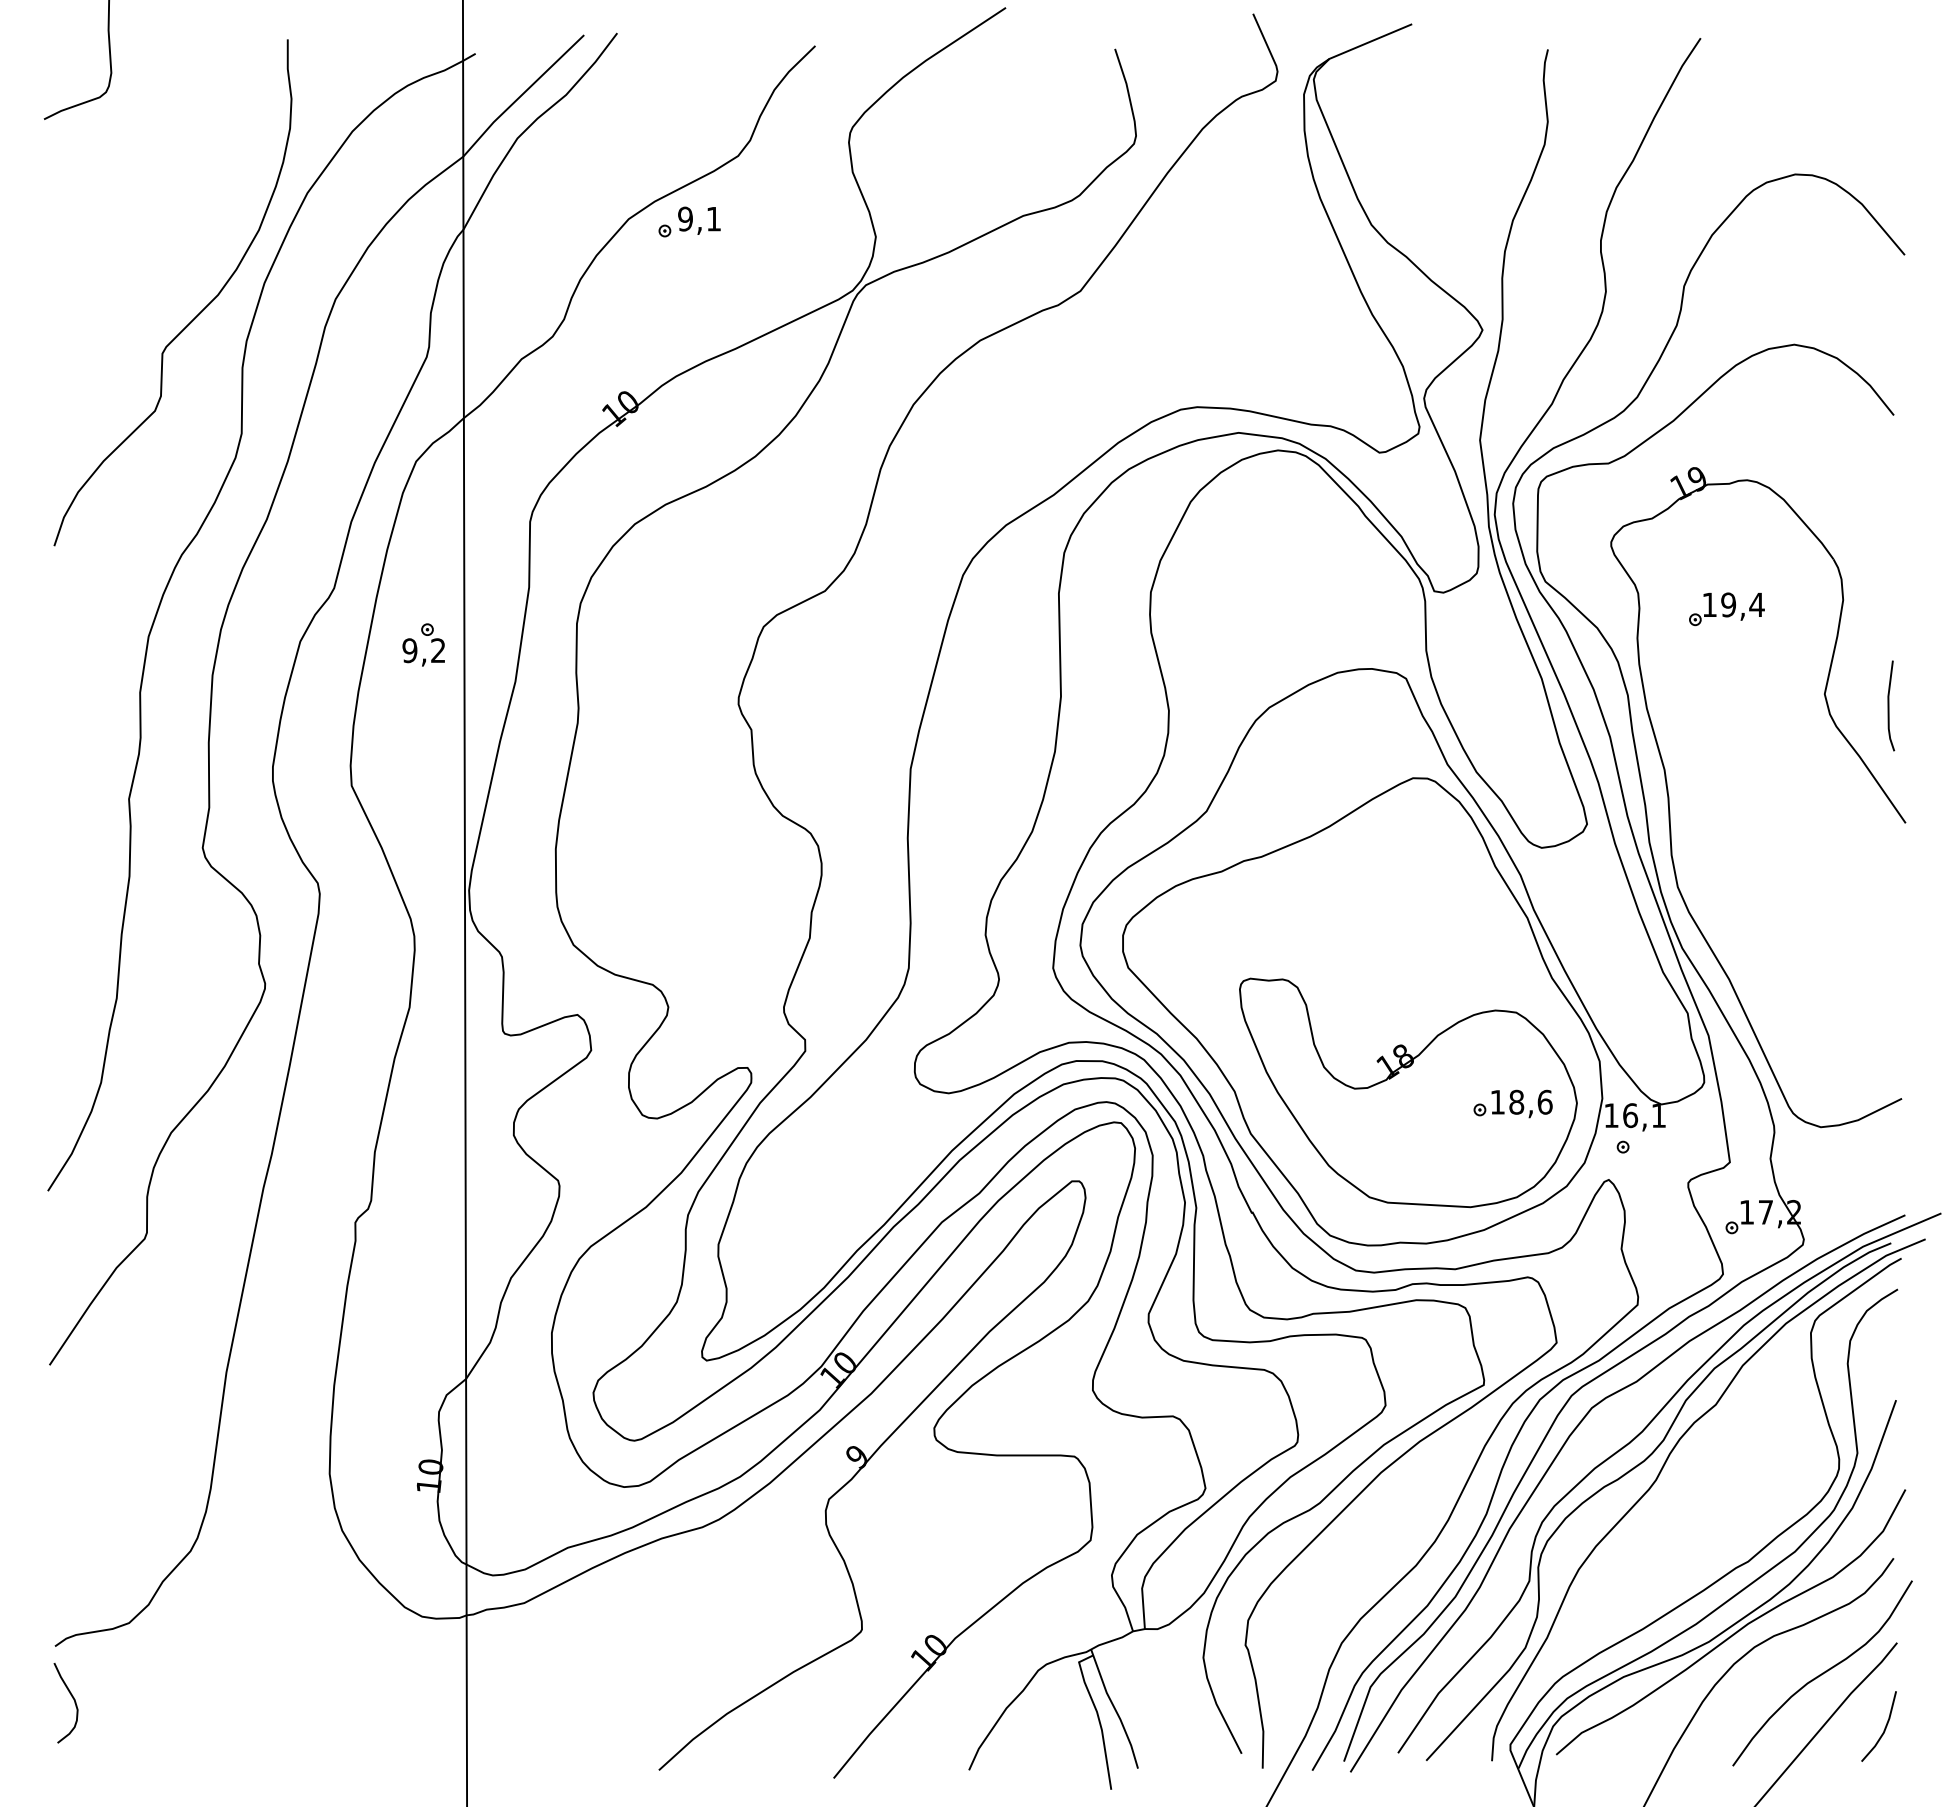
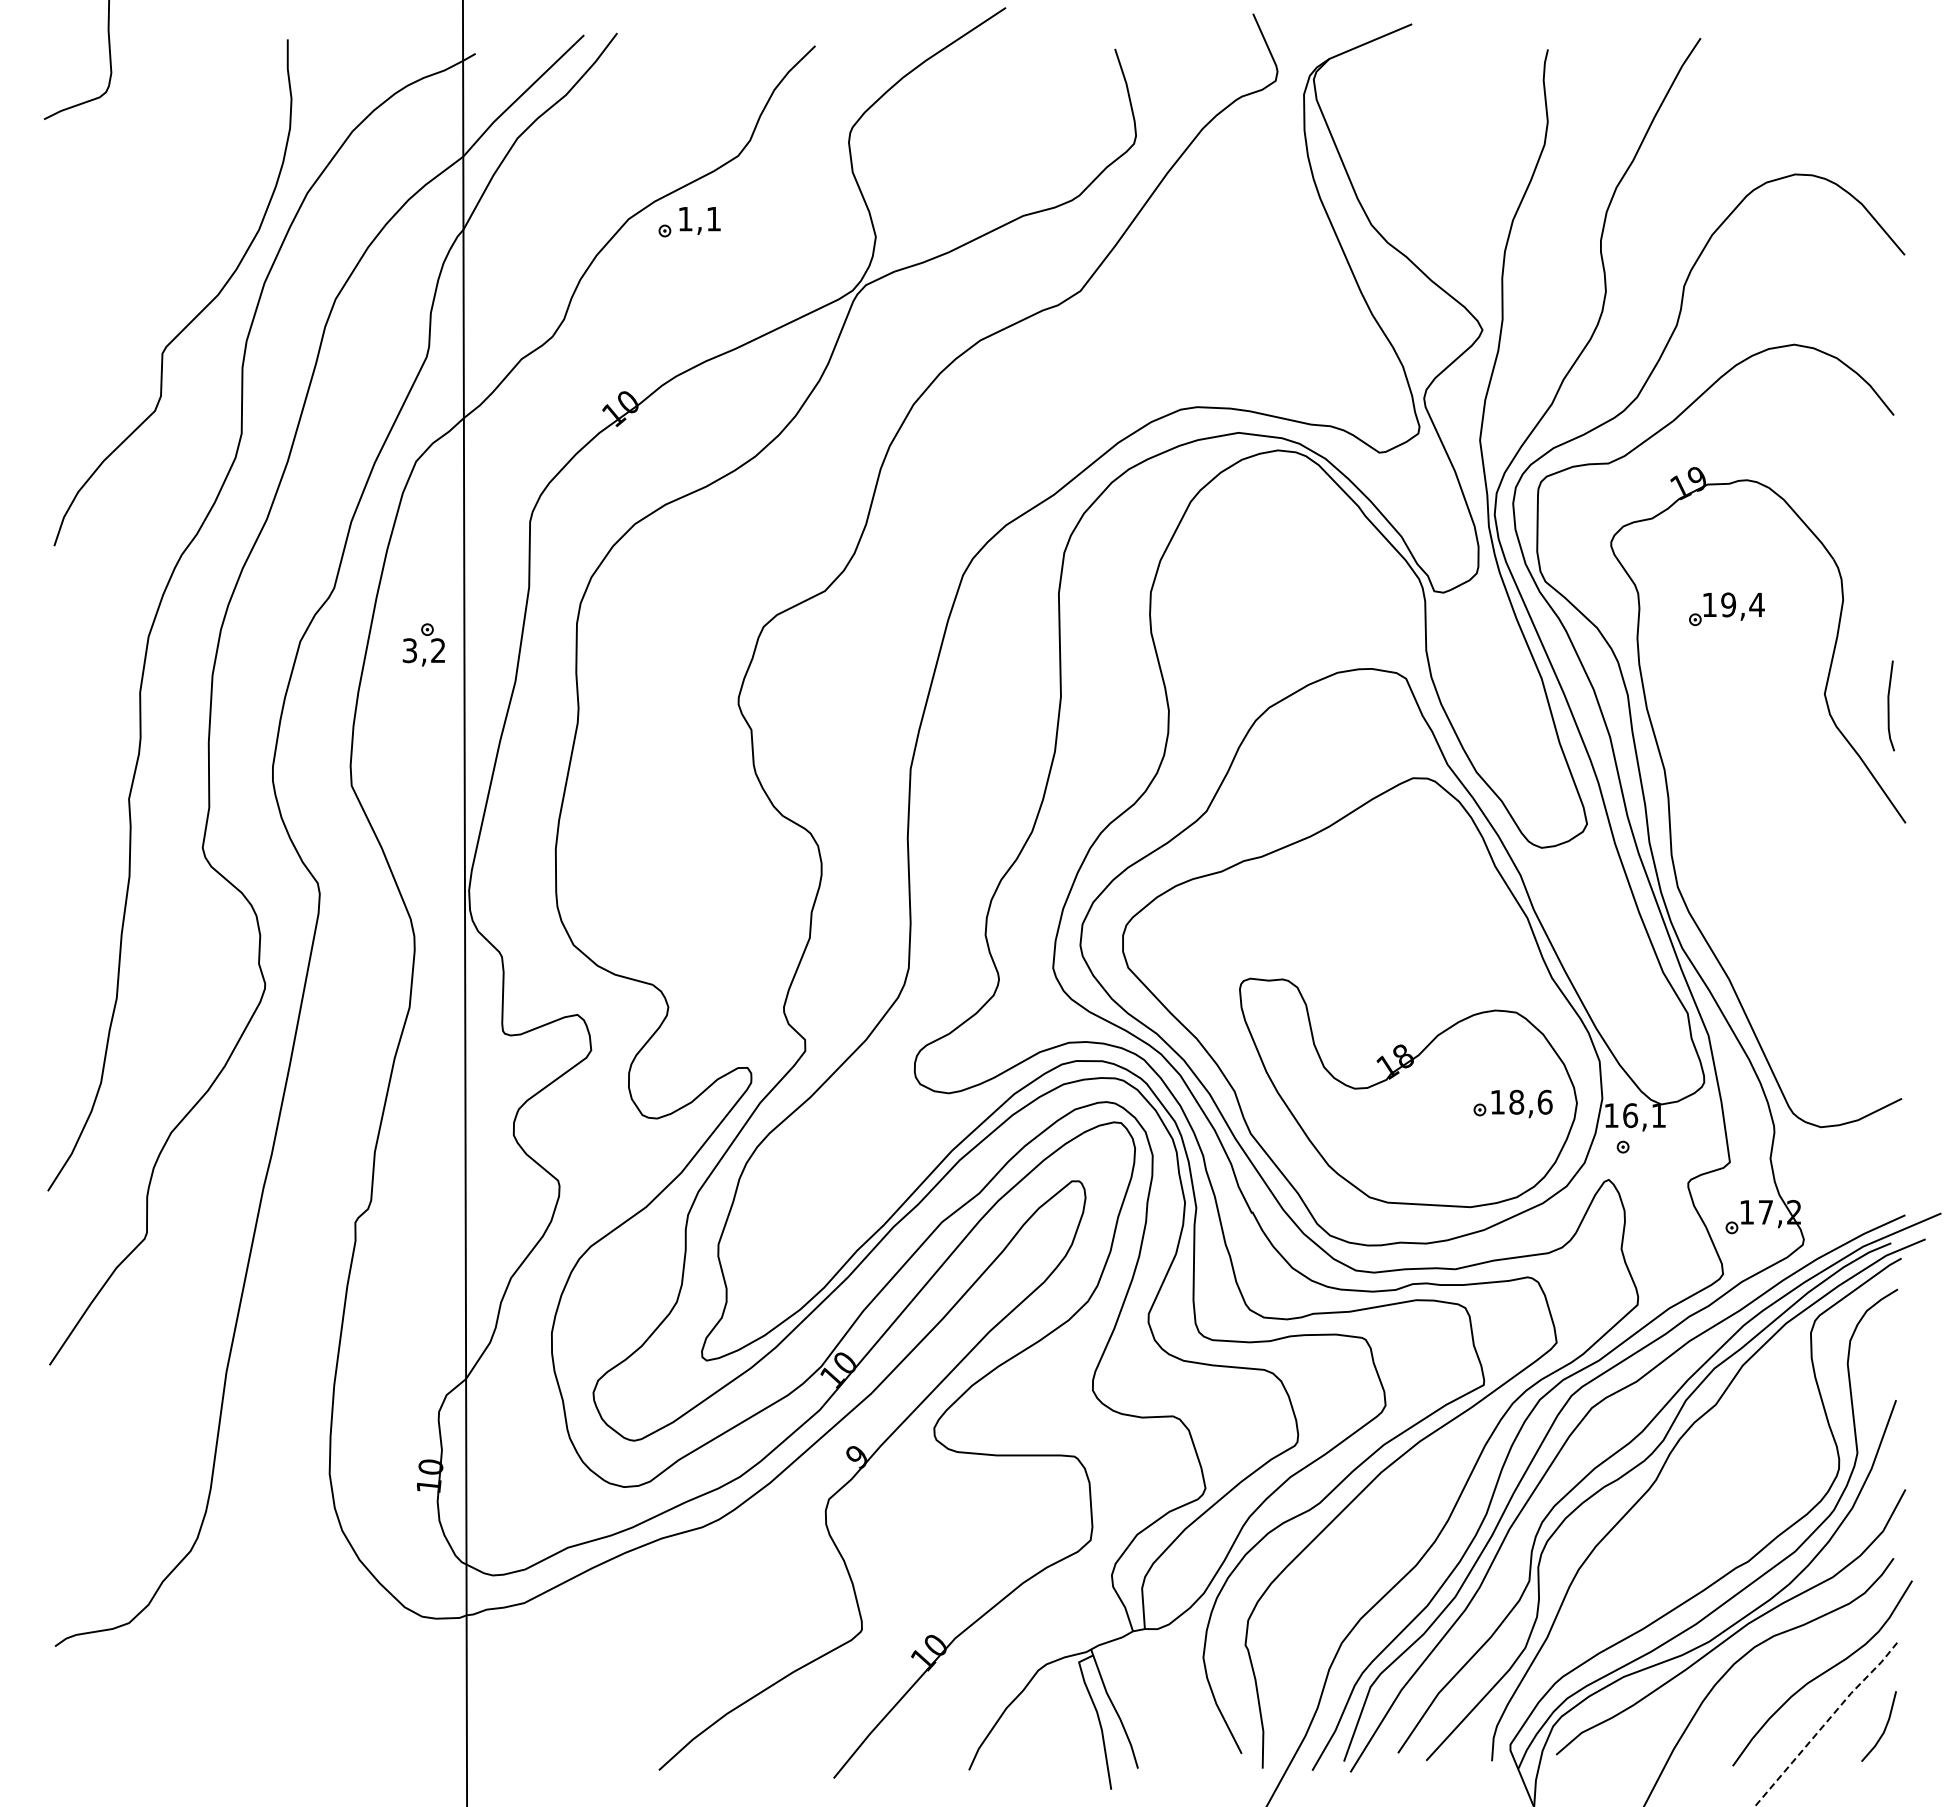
text at (685, 218): 9,1 -> 1,1
text at (409, 650): 9,2 -> 3,2
curve at (73, 1700): present -> none
line at (1825, 1723): solid -> dashed
